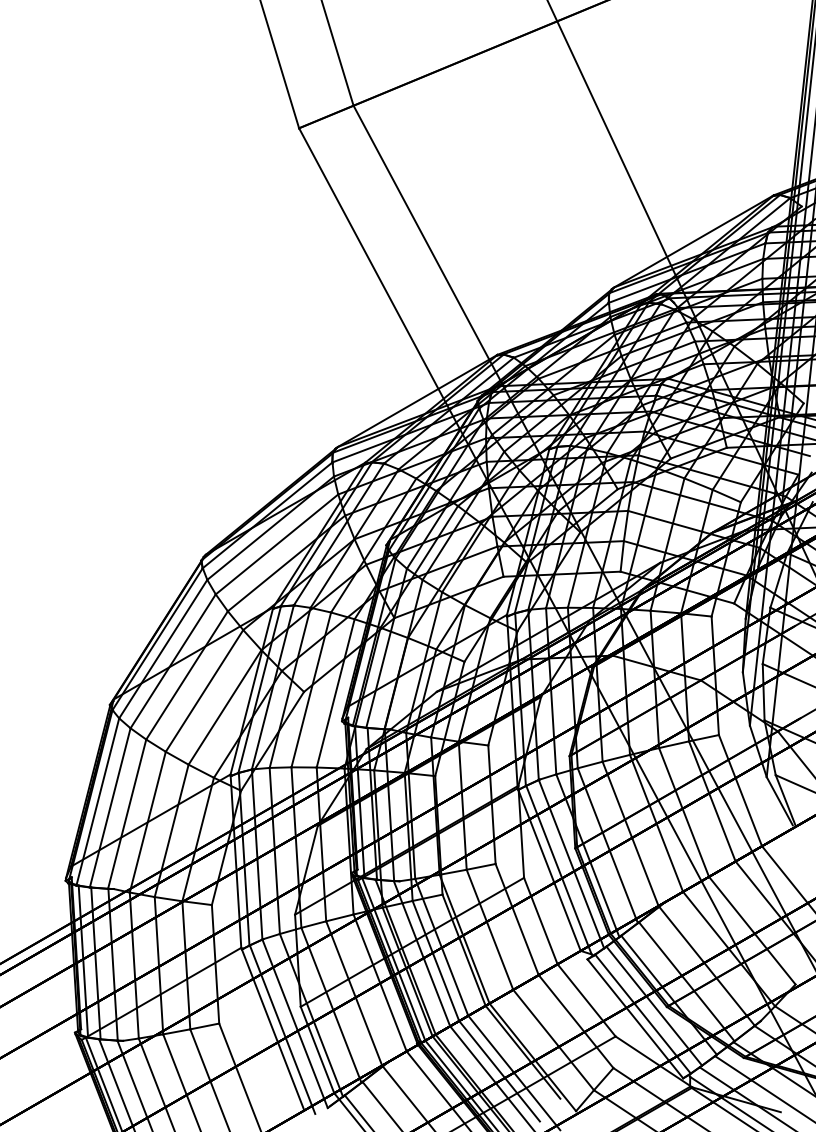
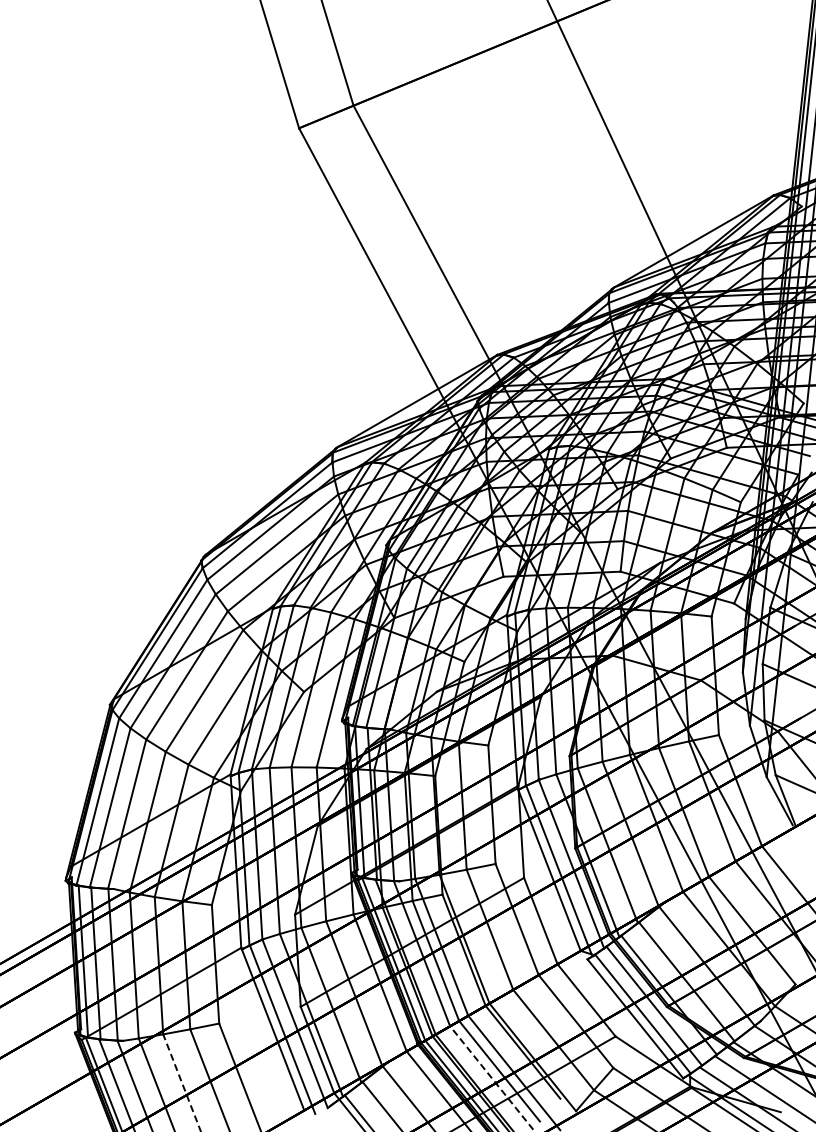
line at (492, 1078): solid -> dashed
line at (181, 1082): solid -> dashed
